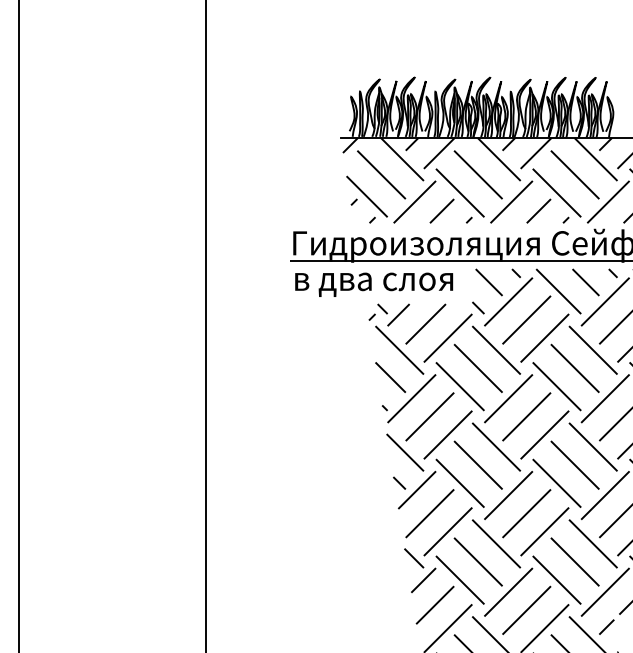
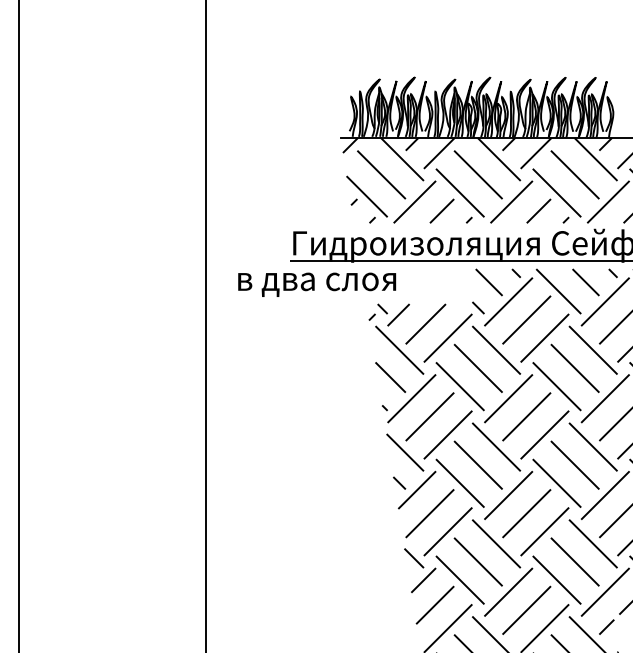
text at (374, 284) position: (374, 284) -> (317, 284)
